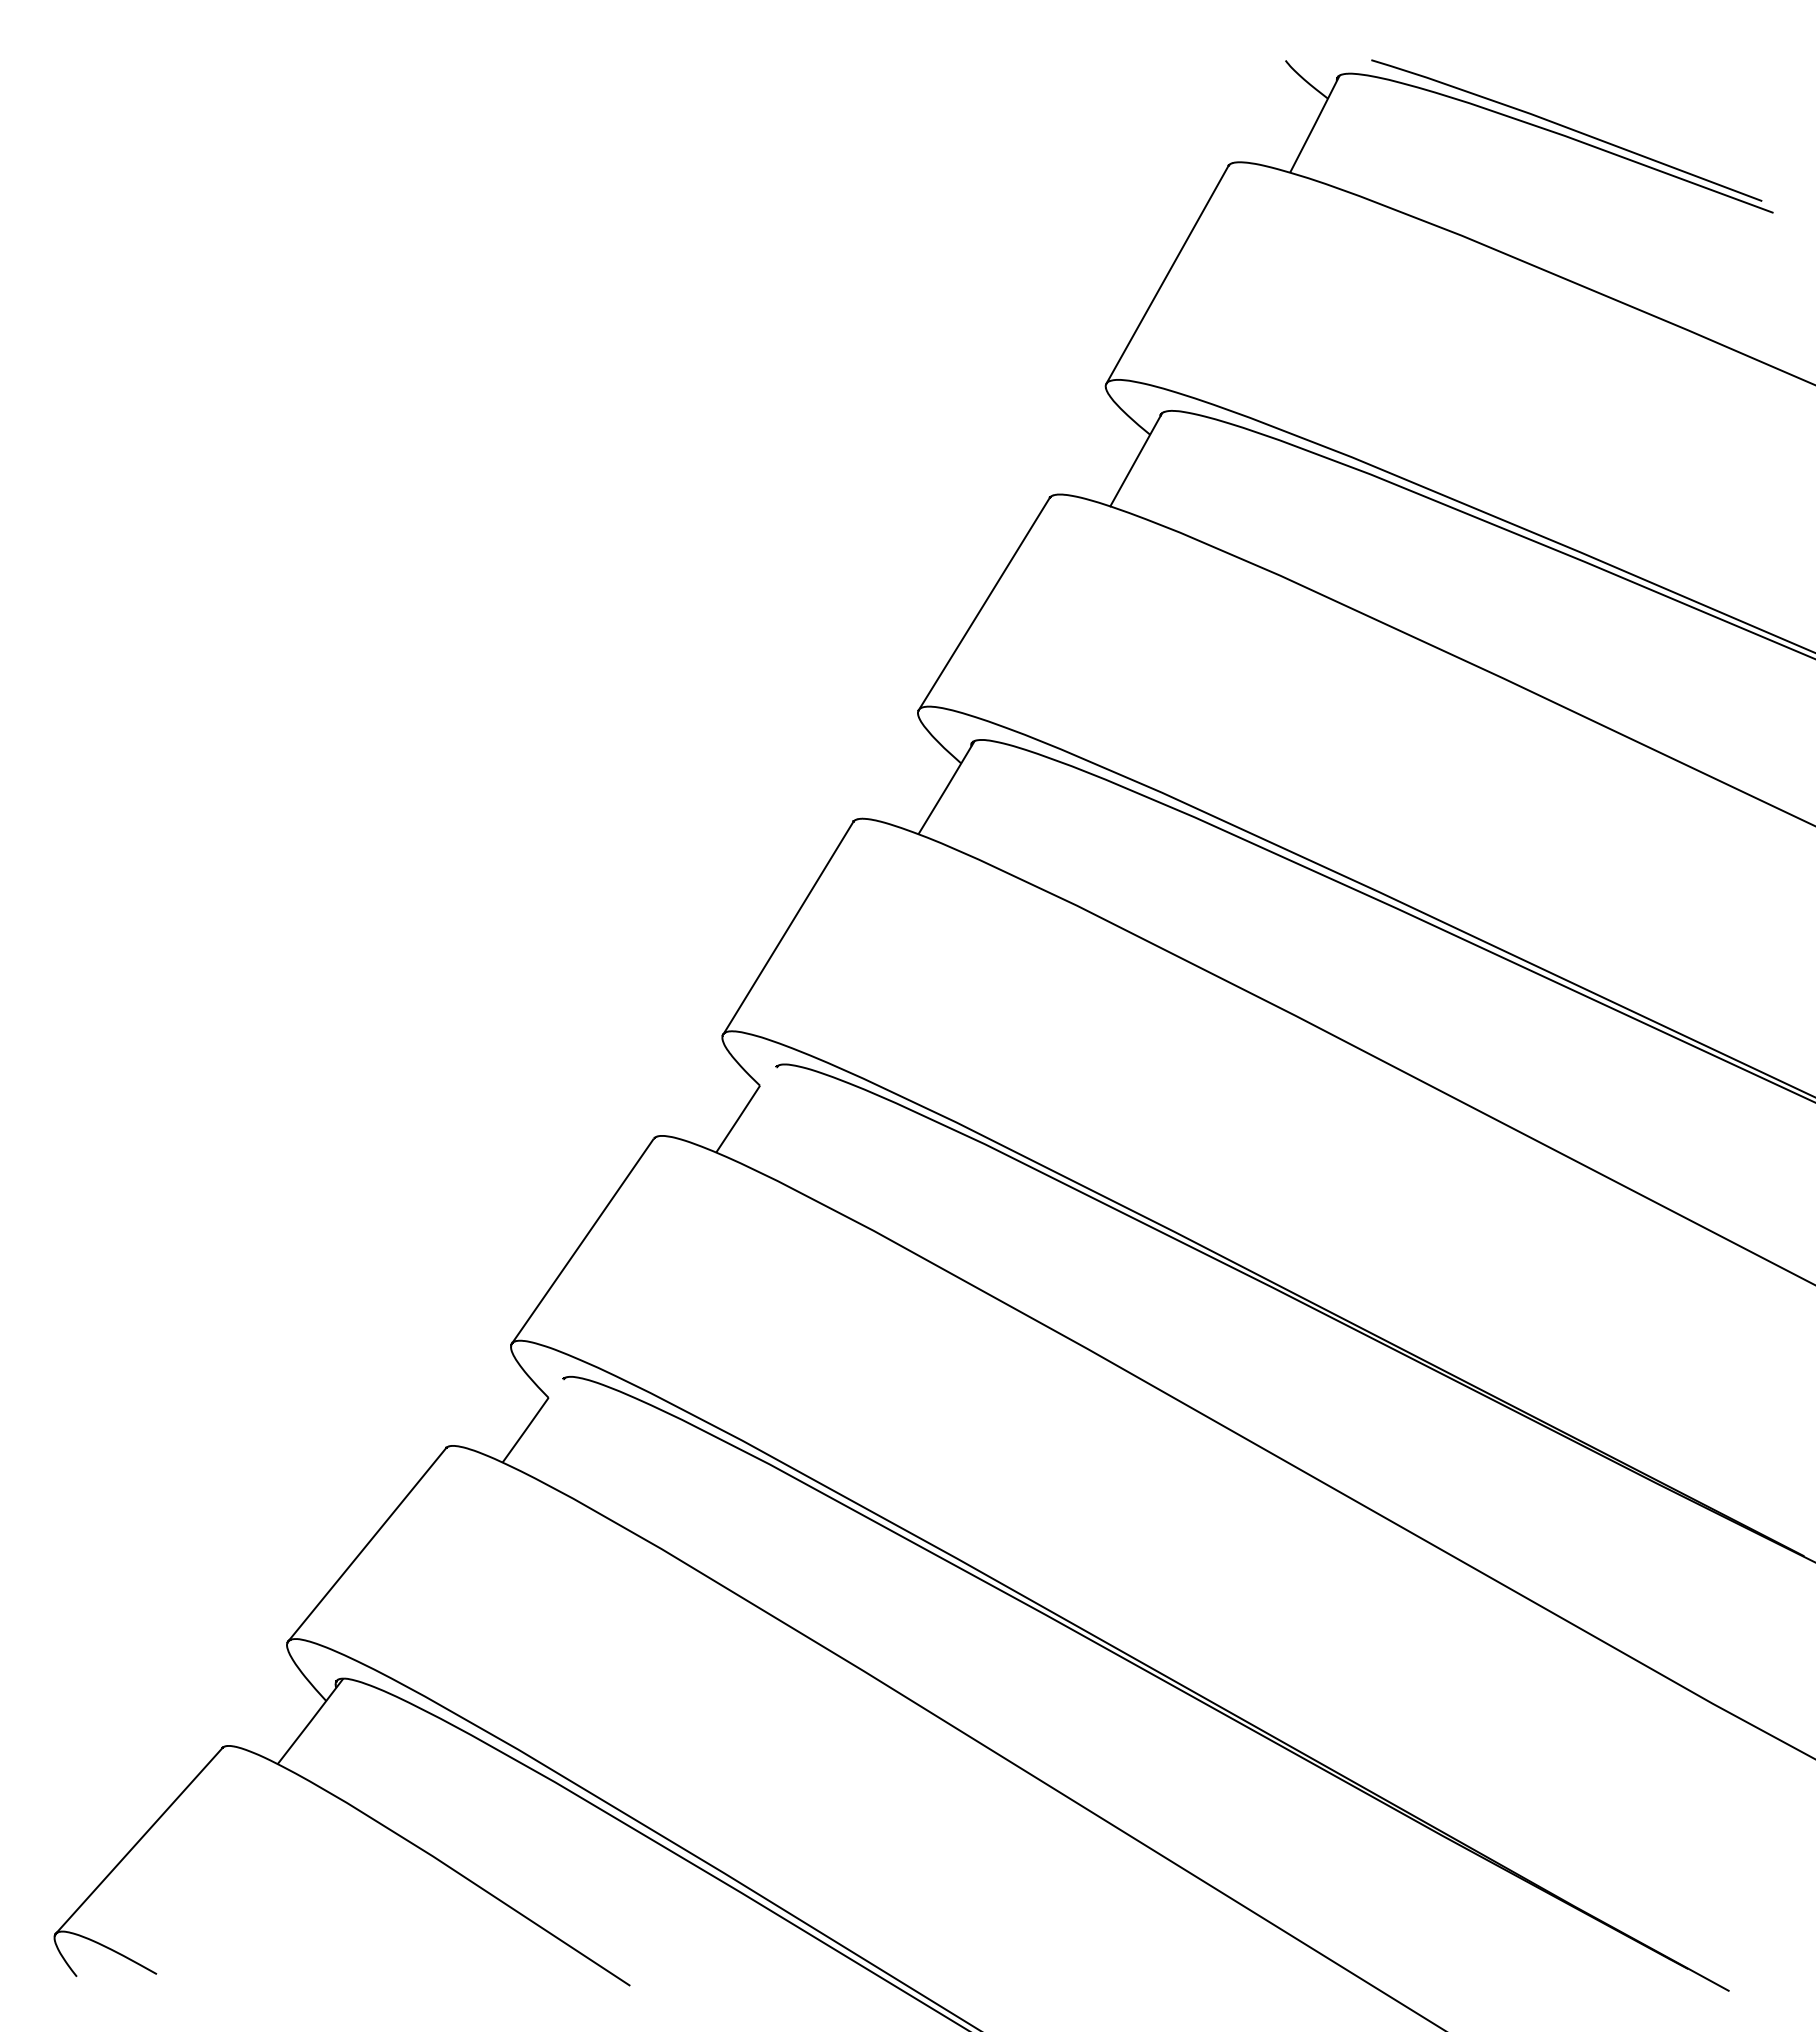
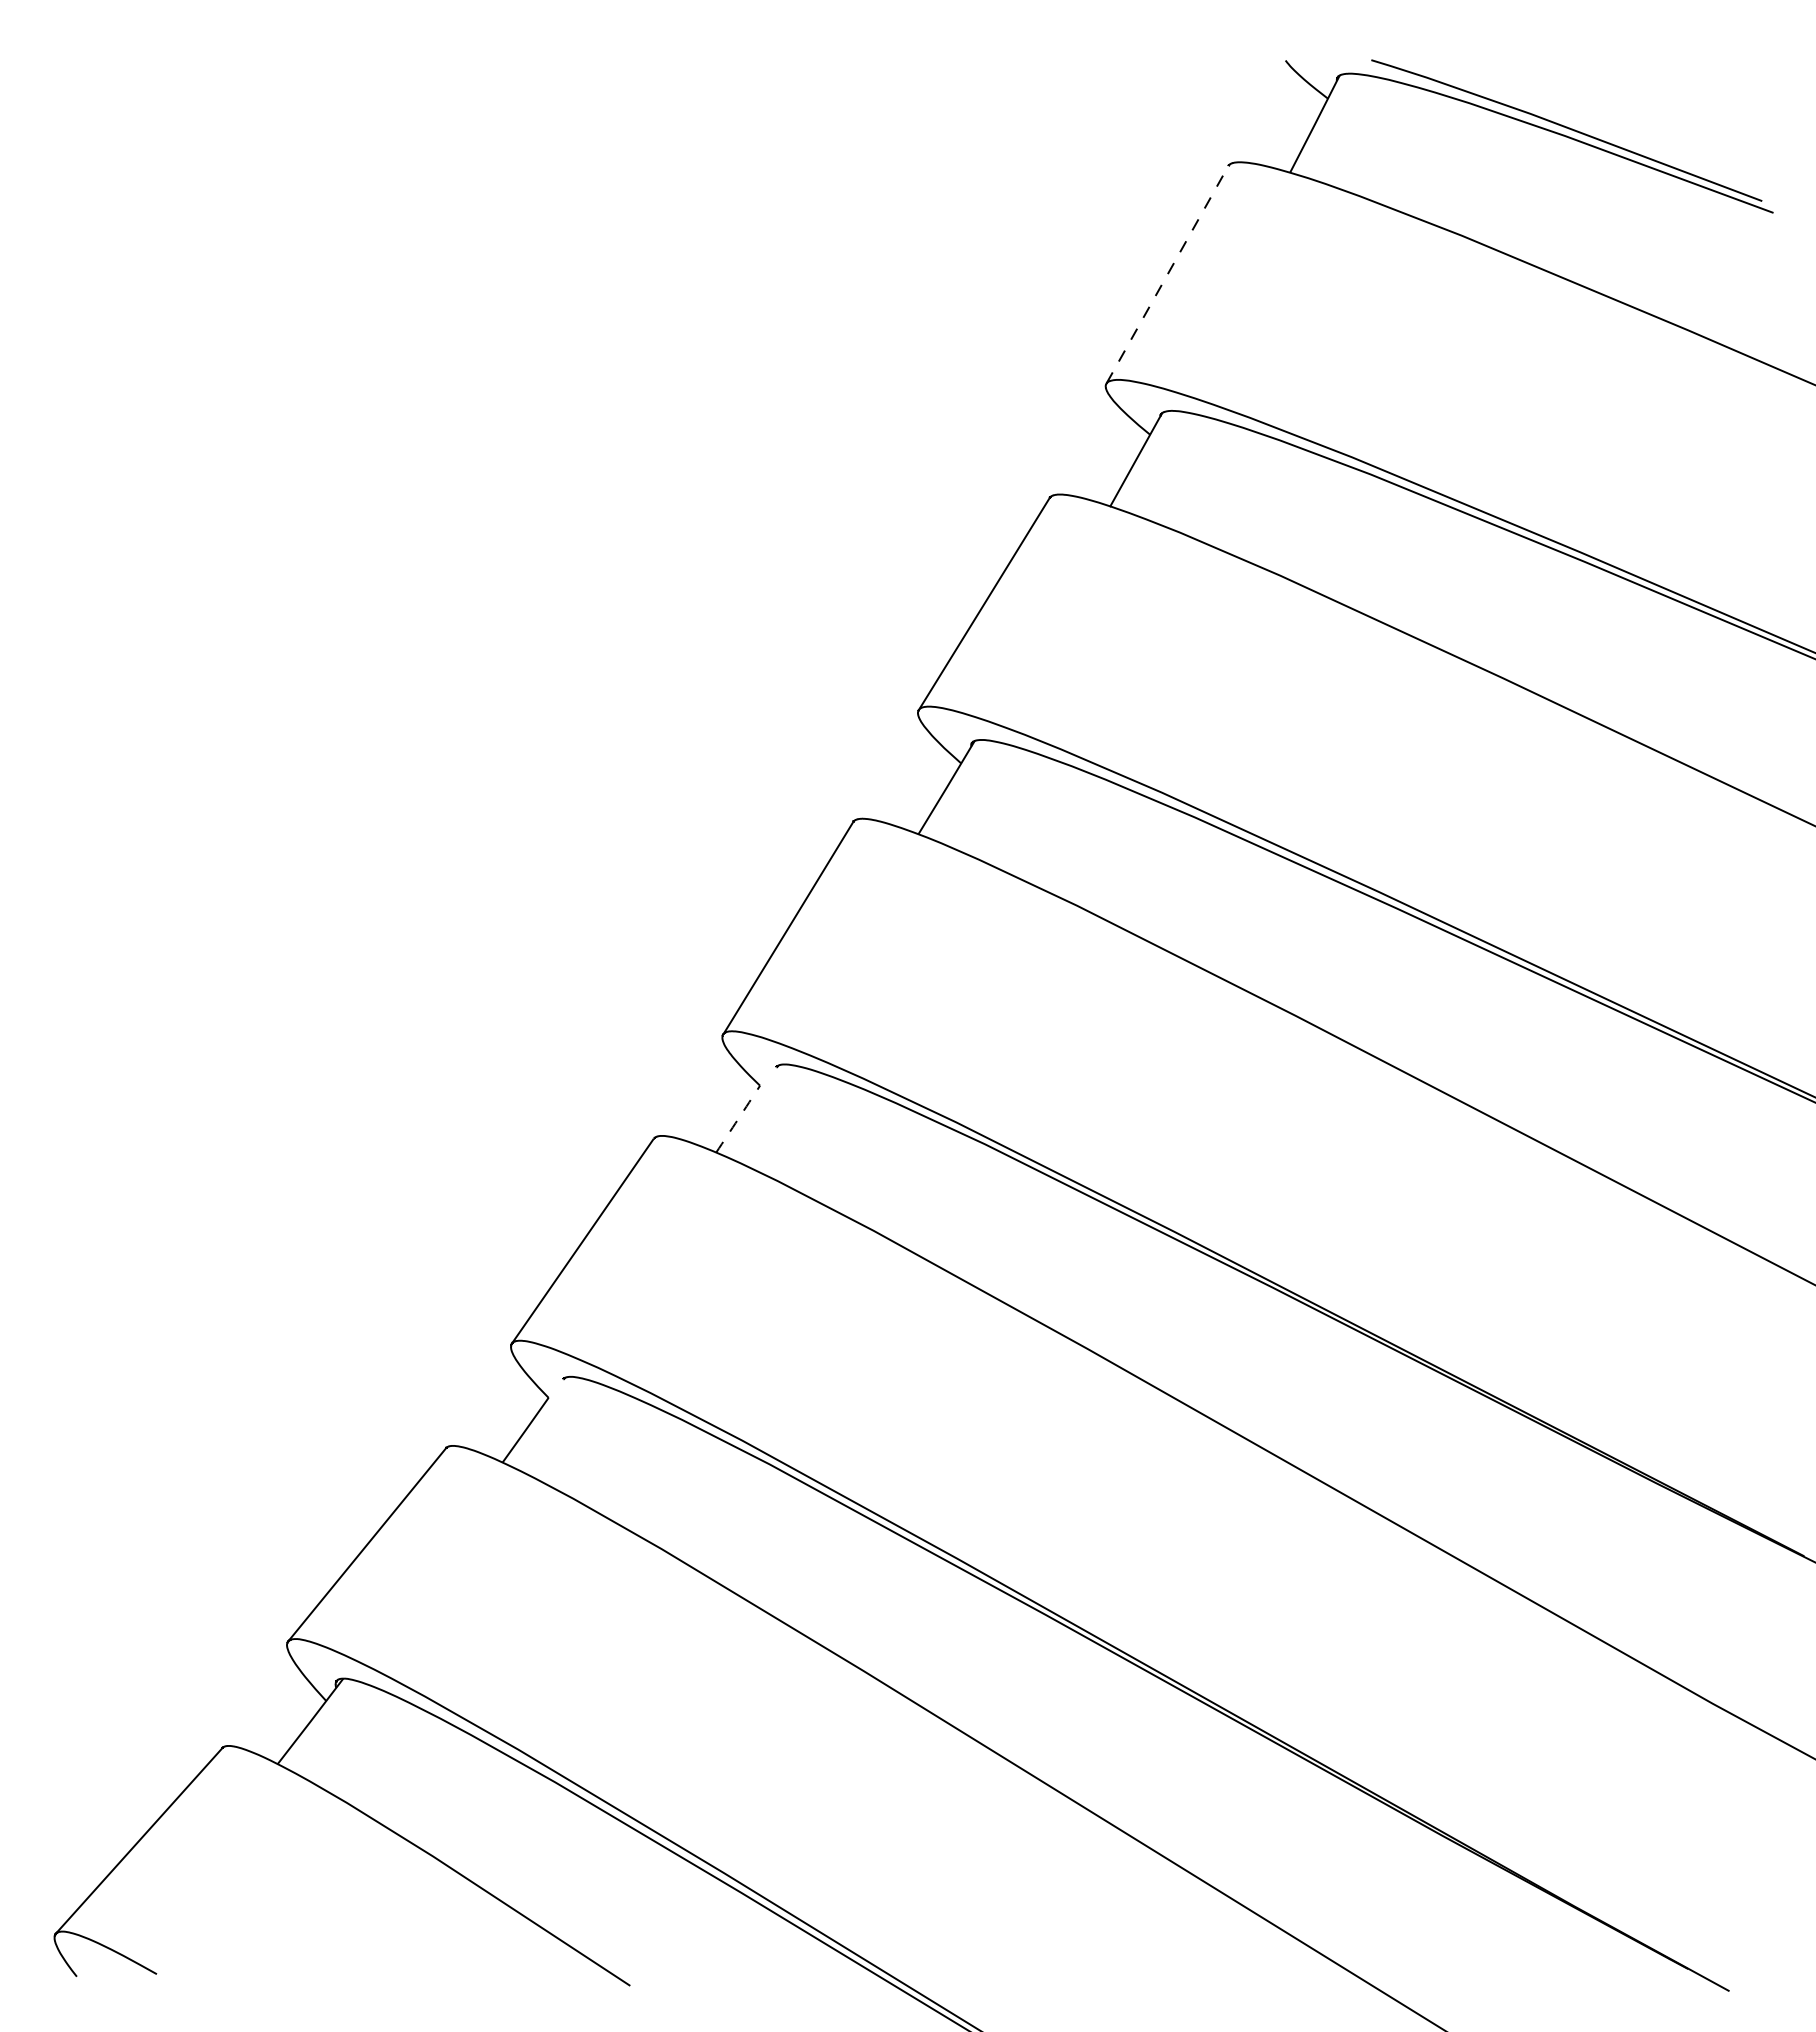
line at (1167, 274): solid -> dashed
arc at (738, 1119): solid -> dashed
